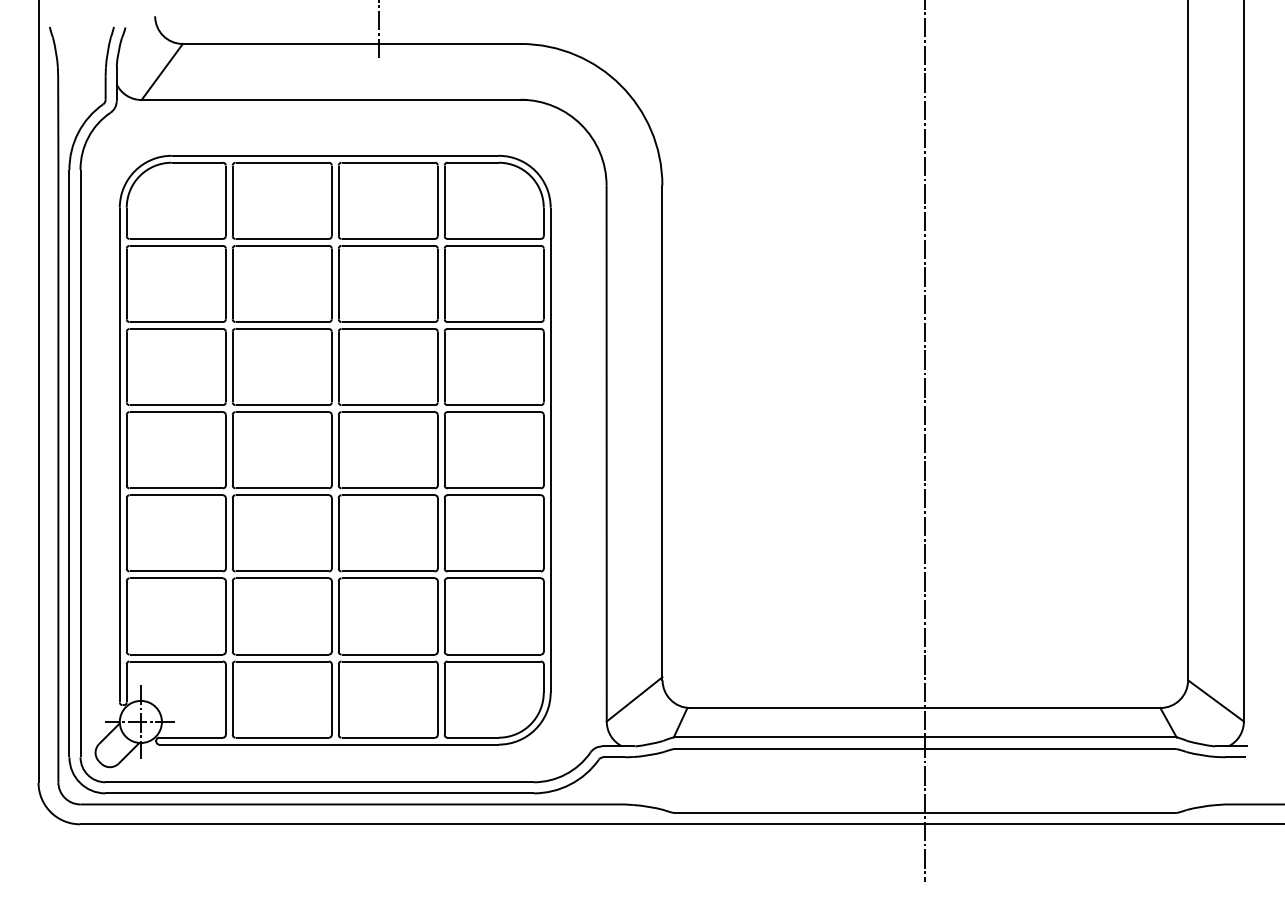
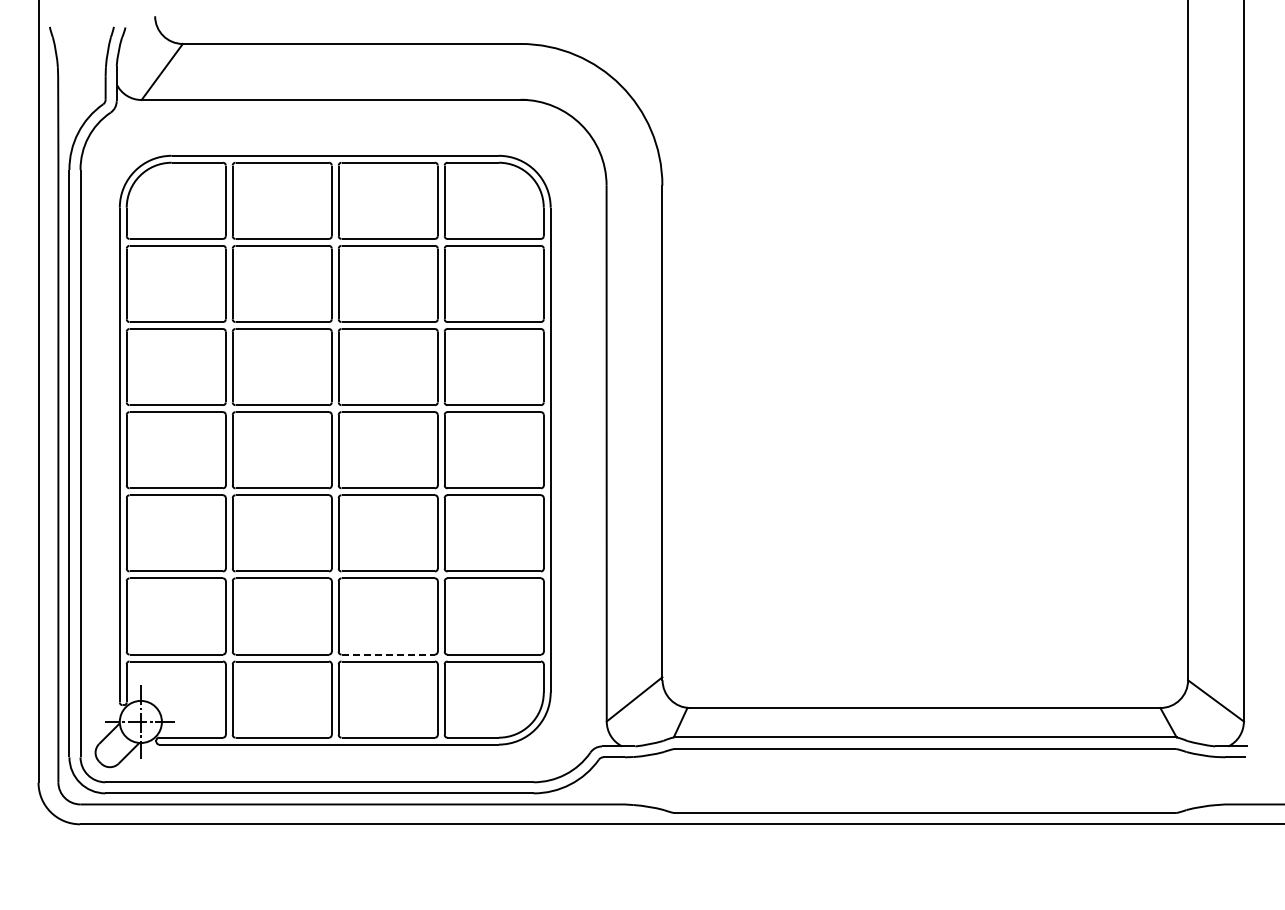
line at (379, 30): present -> none
line at (925, 442): present -> none
line at (388, 654): solid -> dashed
